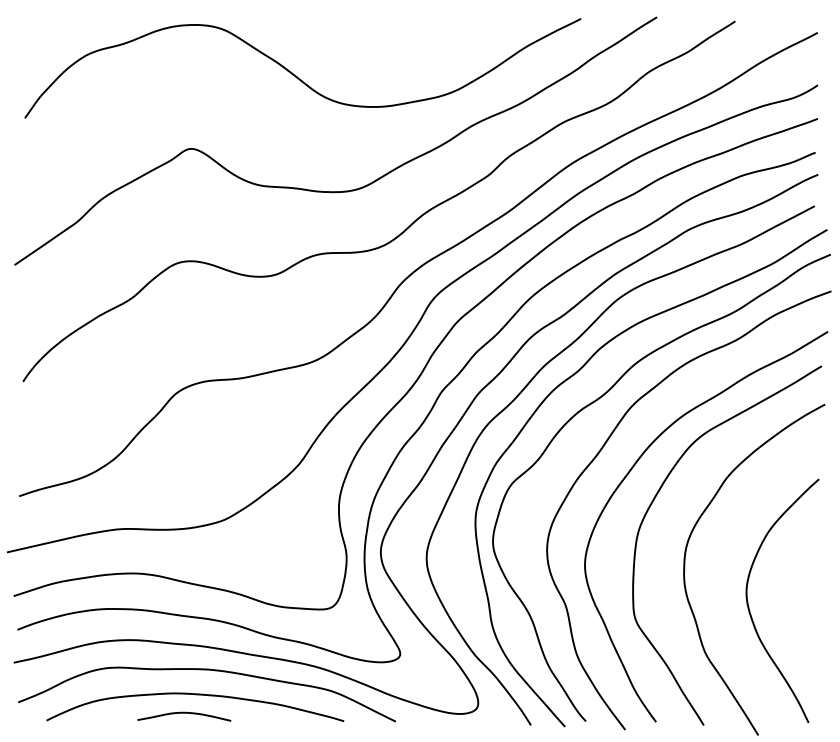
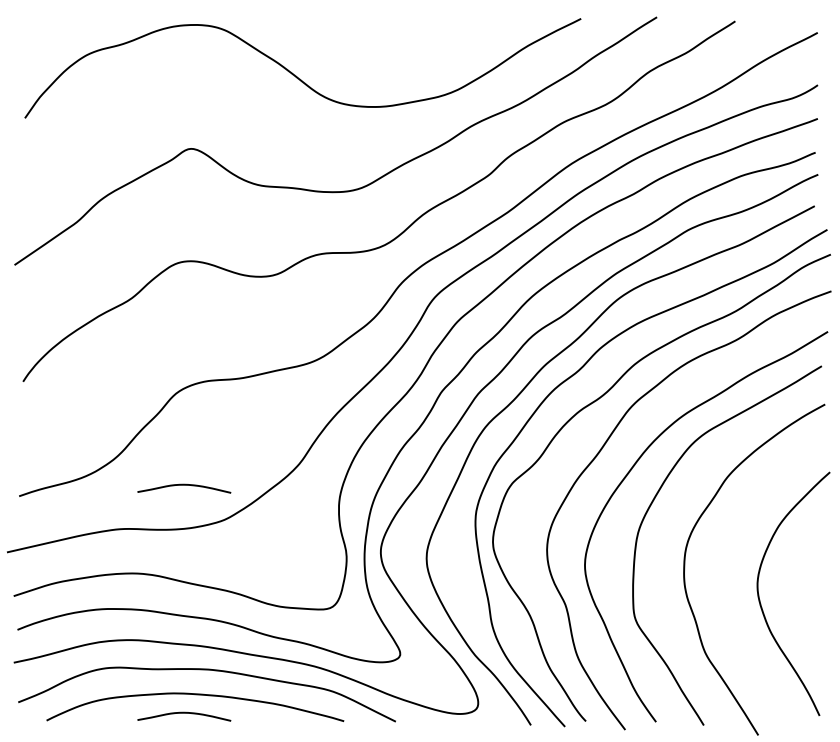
curve at (184, 485): none -> present
curve at (750, 610) position: (750, 610) -> (761, 603)
